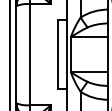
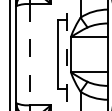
line at (30, 55): solid -> dashed
line at (66, 55): solid -> dashed
